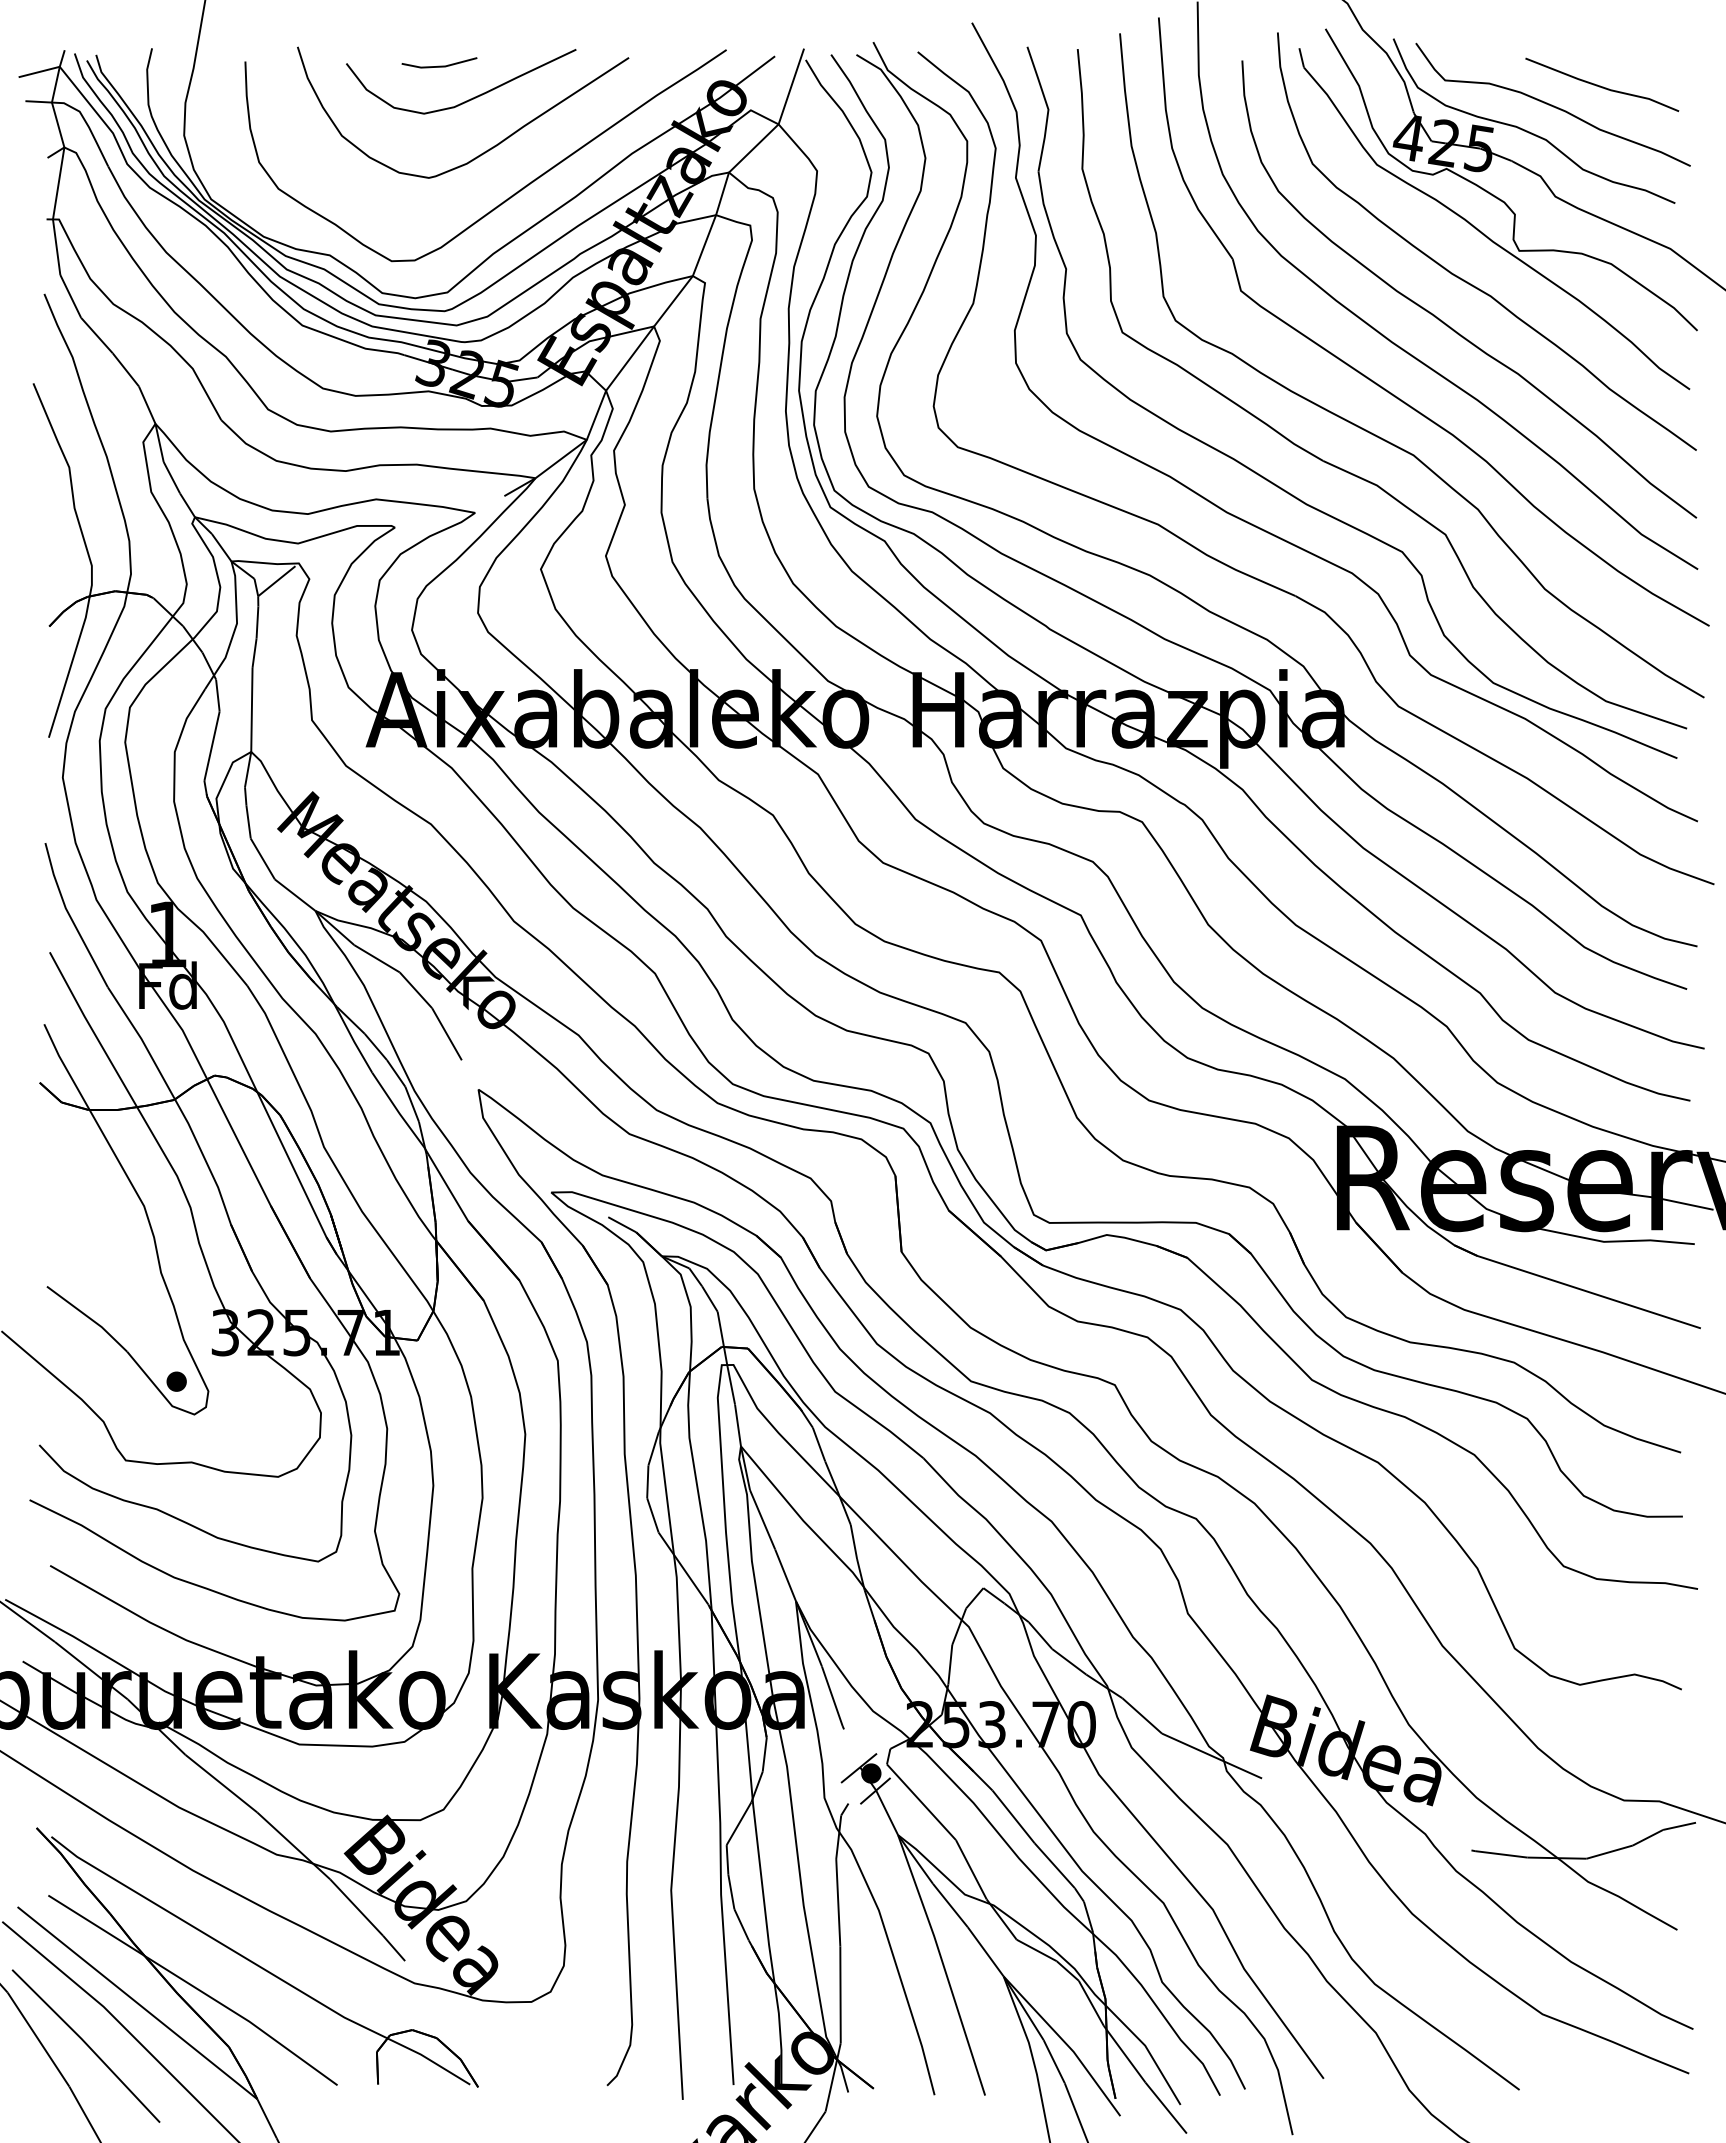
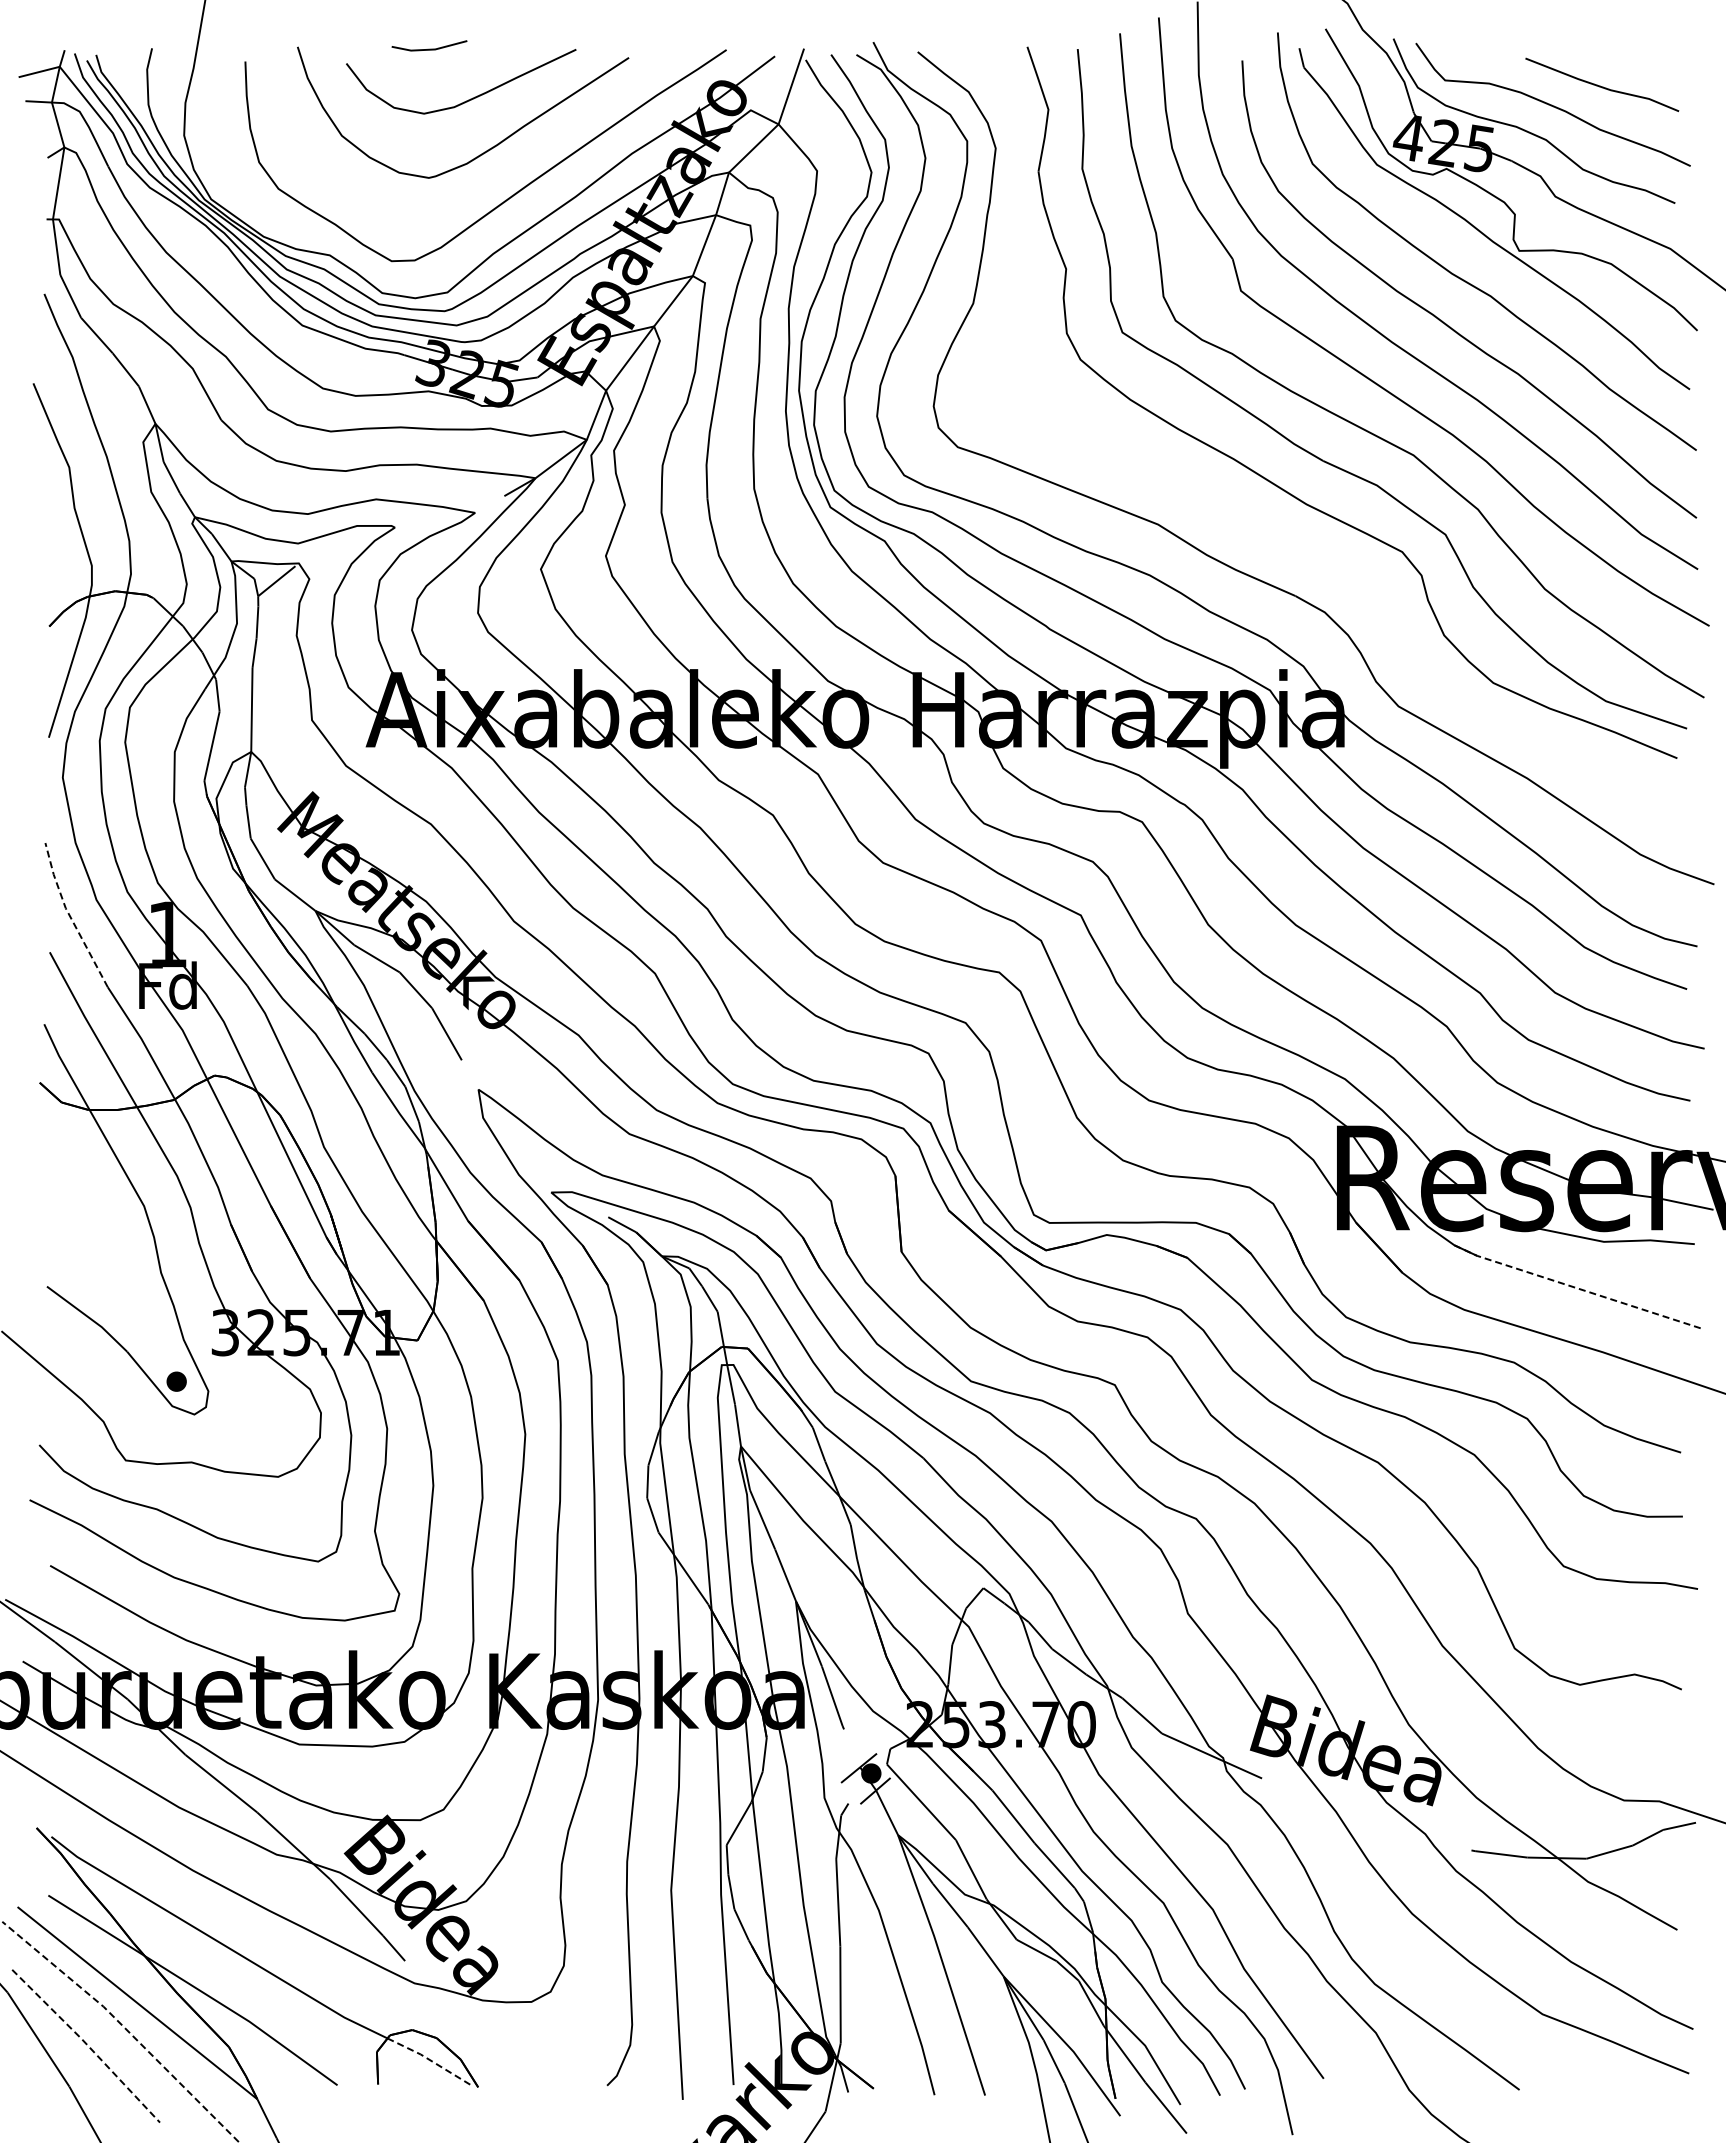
line at (439, 65) position: (439, 65) -> (429, 48)
curve at (1283, 538): present -> none
line at (70, 916): solid -> dashed
line at (1576, 1288): solid -> dashed
line at (124, 2027): solid -> dashed
line at (87, 2044): solid -> dashed
line at (429, 2059): solid -> dashed
